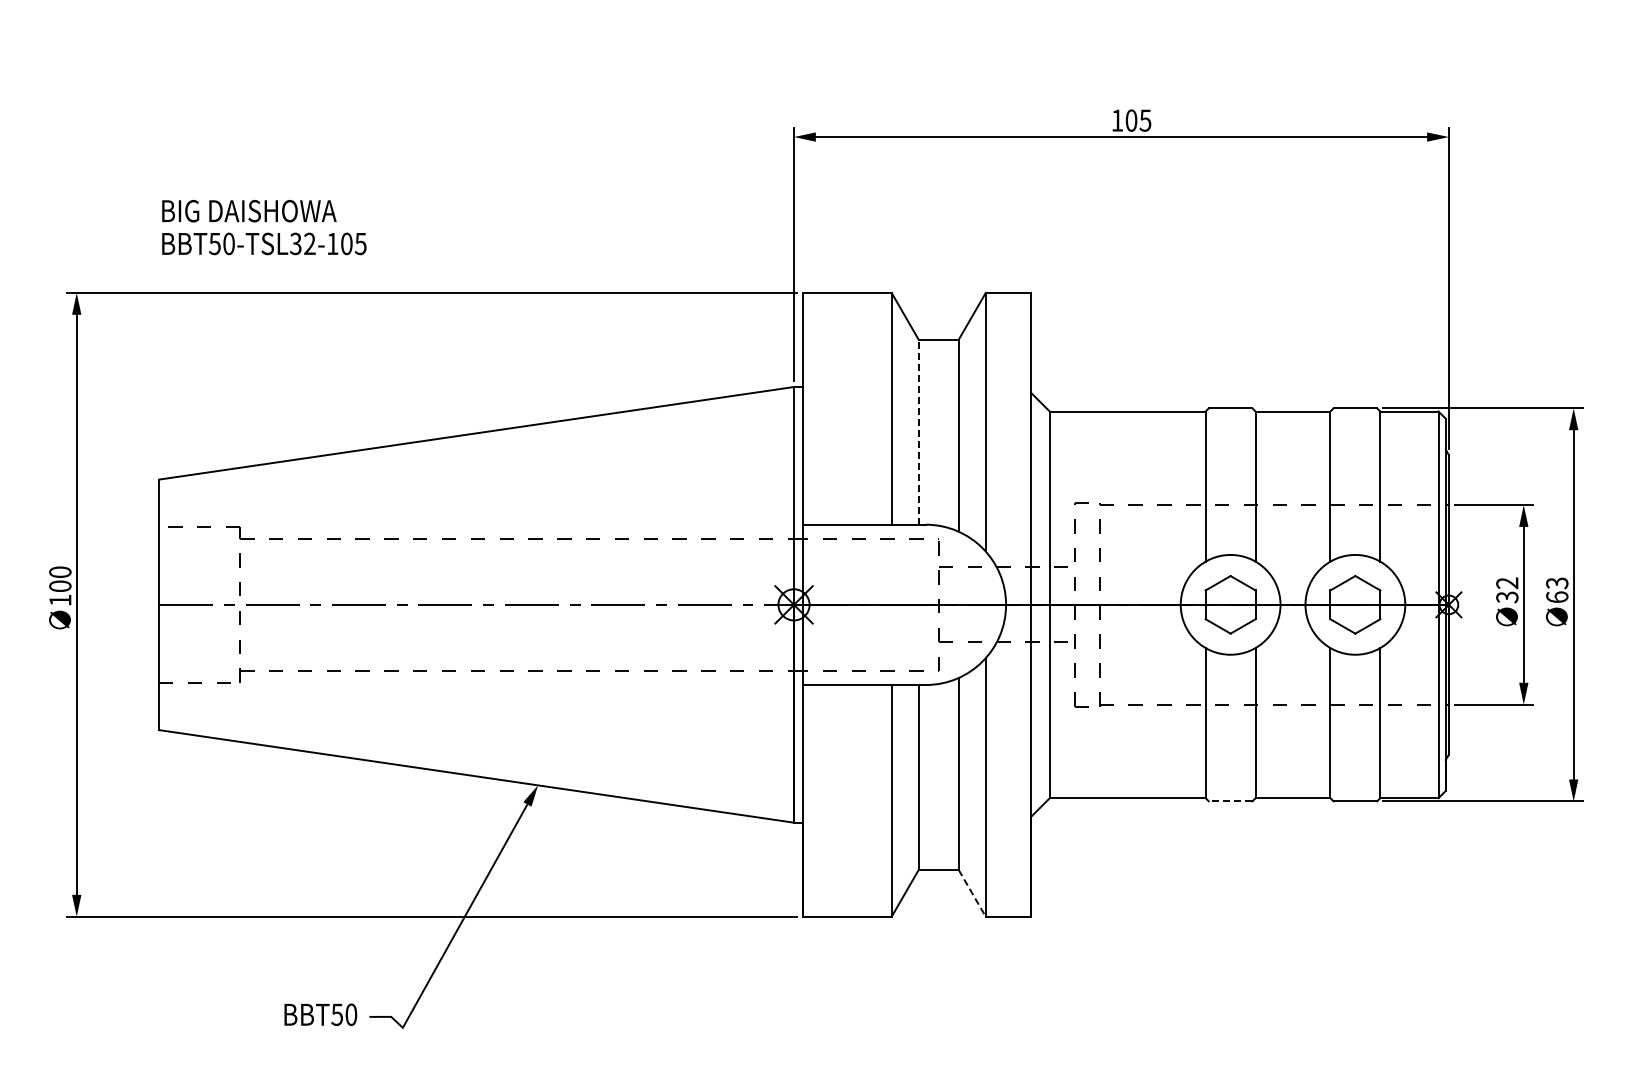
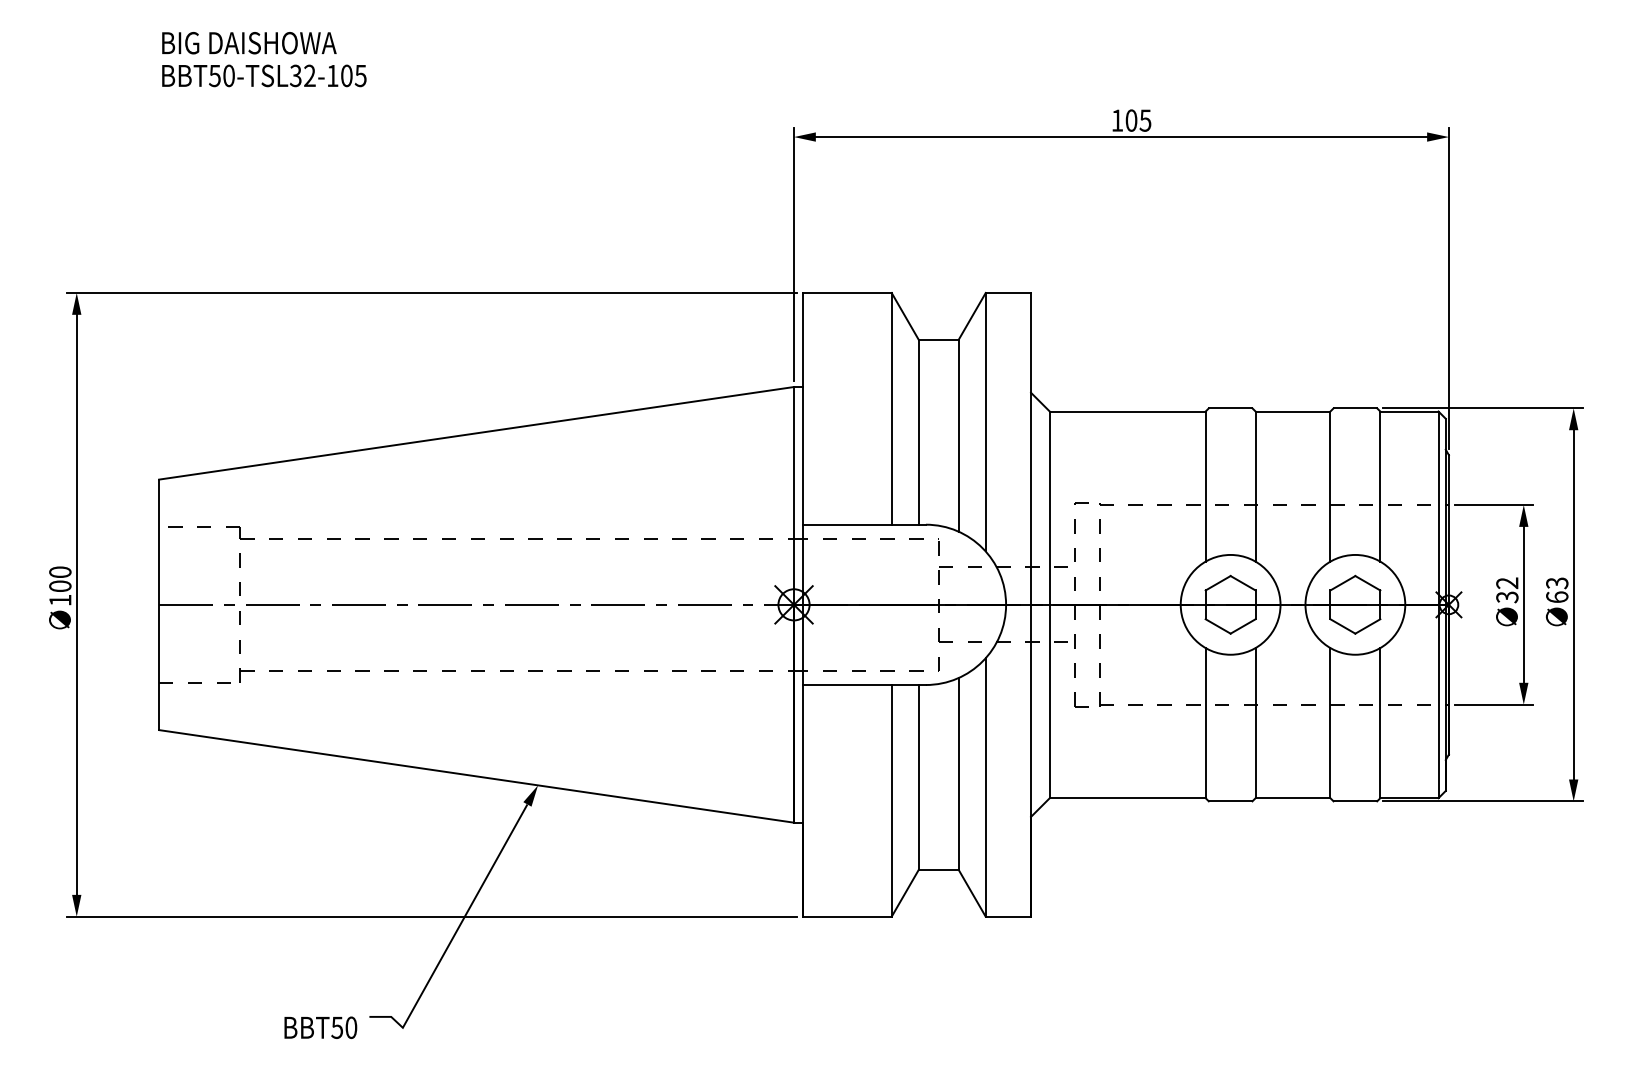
text at (264, 227) position: (264, 227) -> (264, 59)
line at (918, 431): dashed -> solid
line at (1230, 801): dashed -> solid
line at (972, 893): dashed -> solid
text at (320, 1014) position: (320, 1014) -> (320, 1027)
